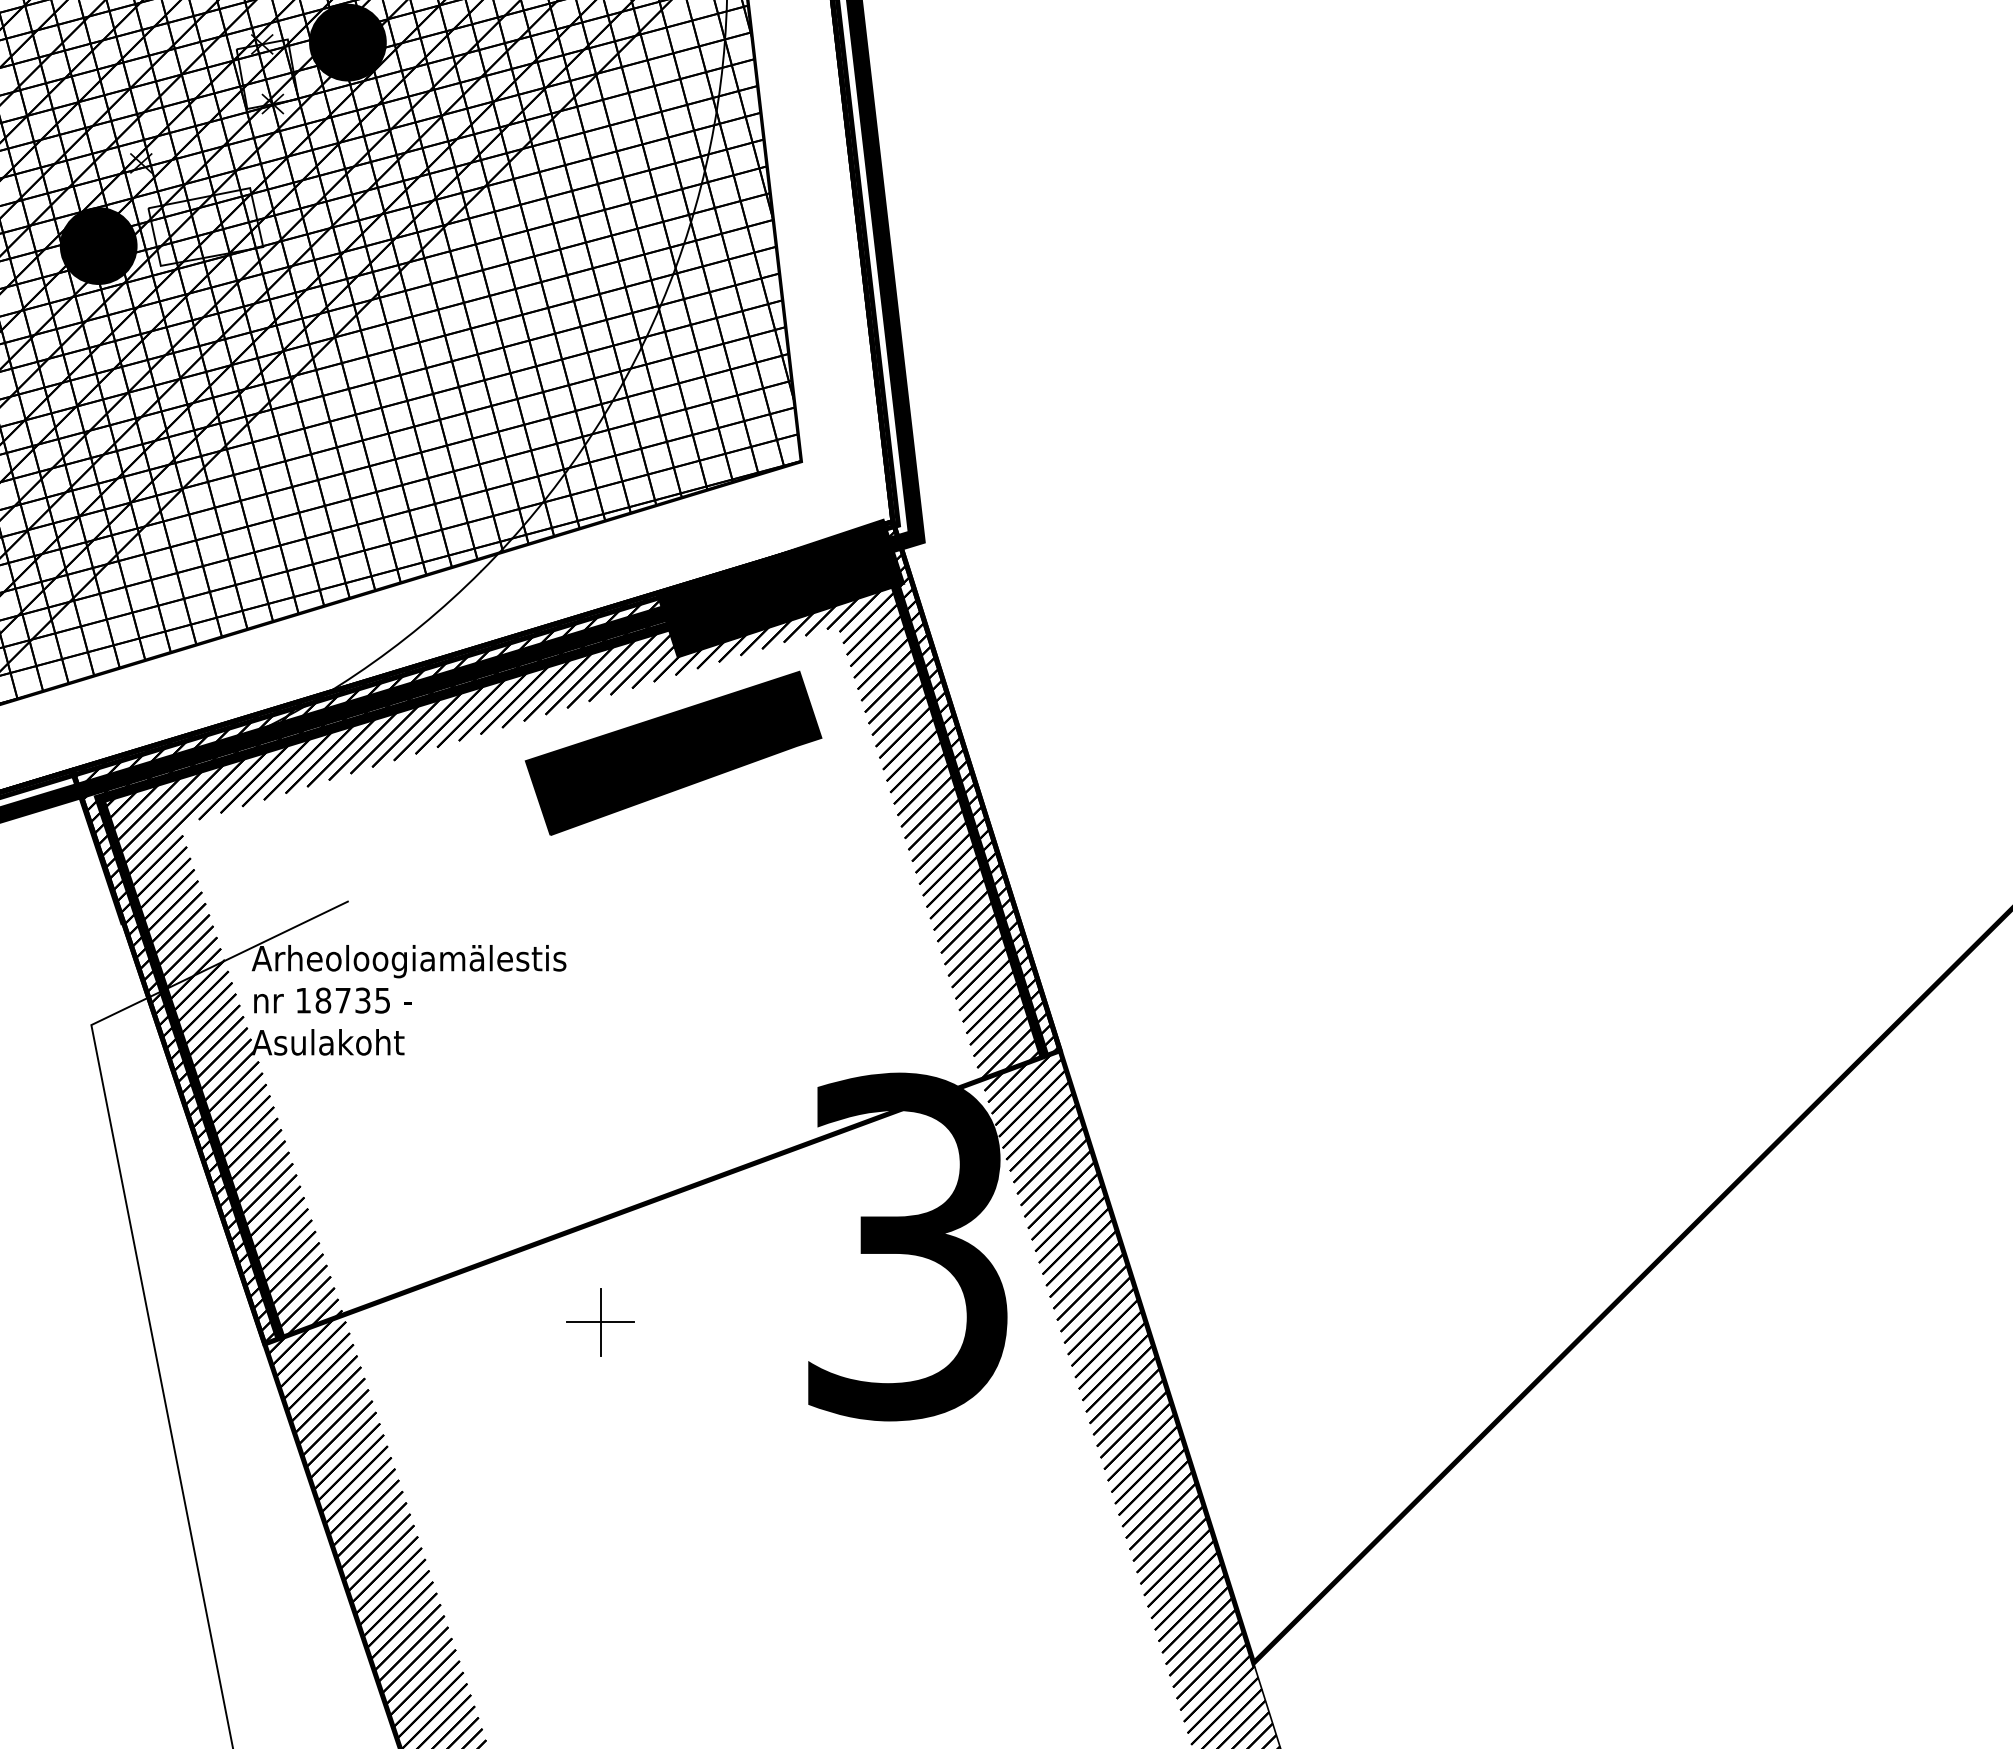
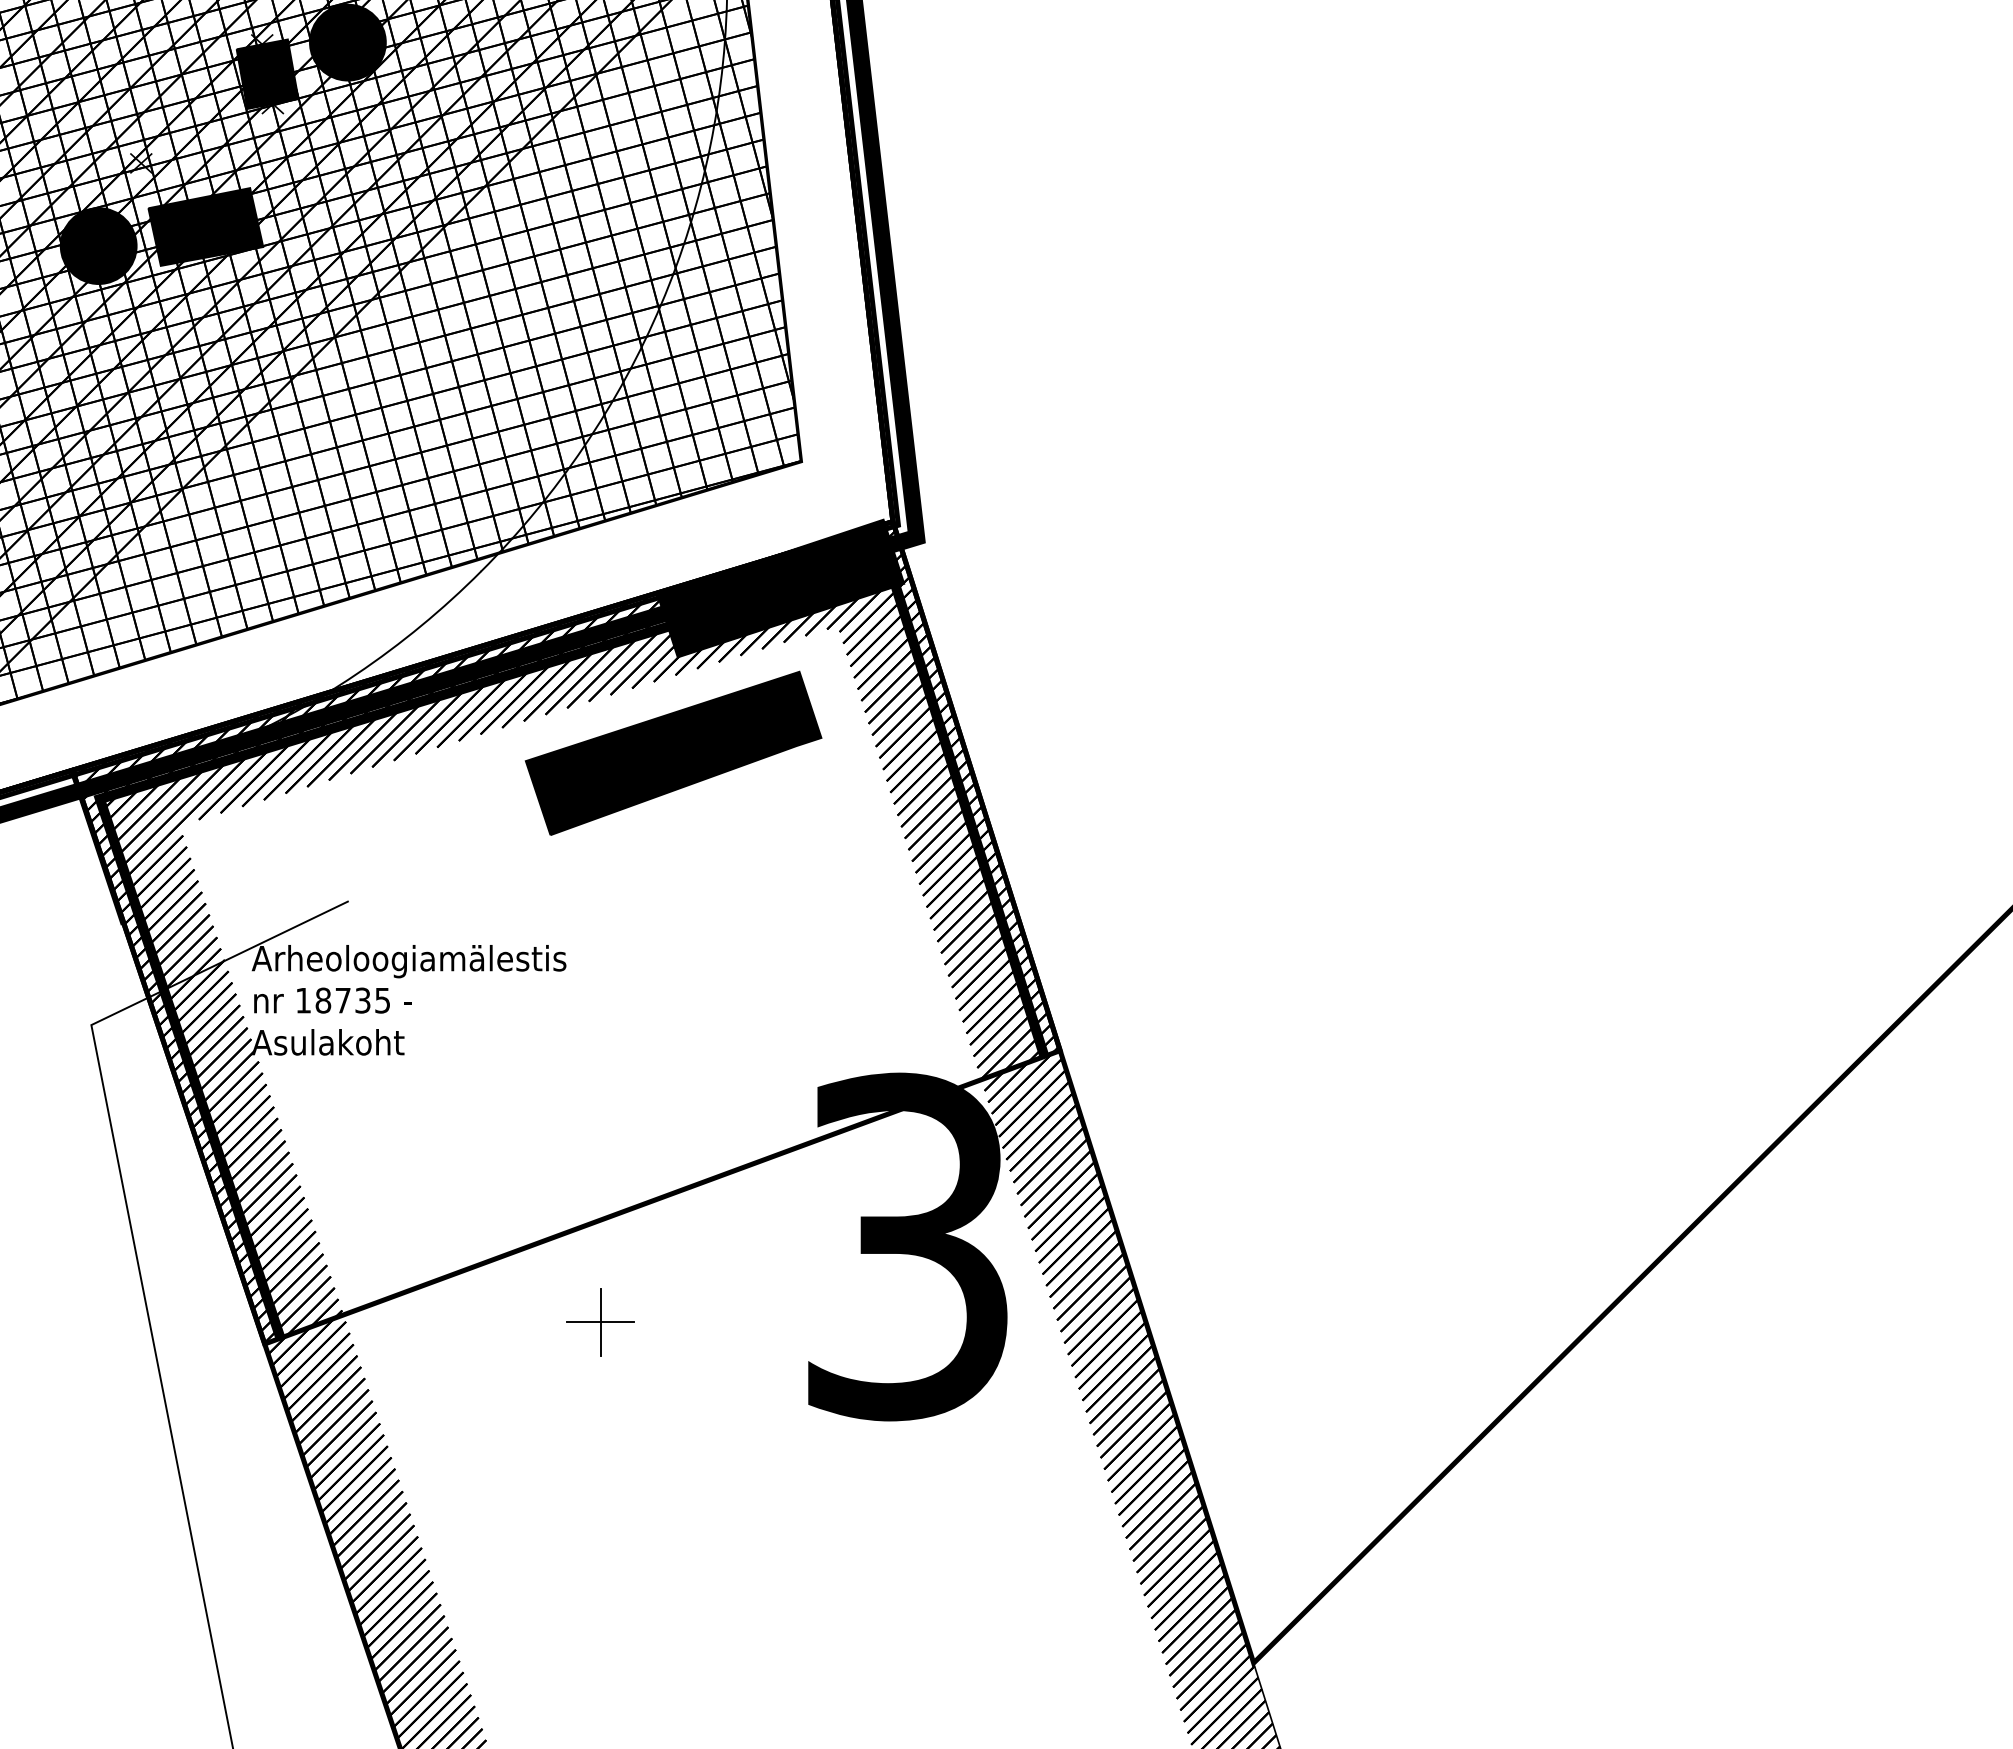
fill at (267, 73): none -> present
fill at (205, 226): none -> present
